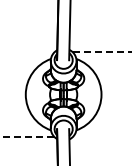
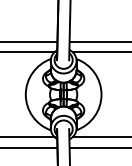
line at (29, 41): none -> present
line at (98, 41): none -> present
line at (28, 52): none -> present
line at (102, 52): dashed -> solid
line at (27, 137): dashed -> solid
line at (100, 137): none -> present
line at (29, 147): none -> present
line at (98, 147): none -> present
